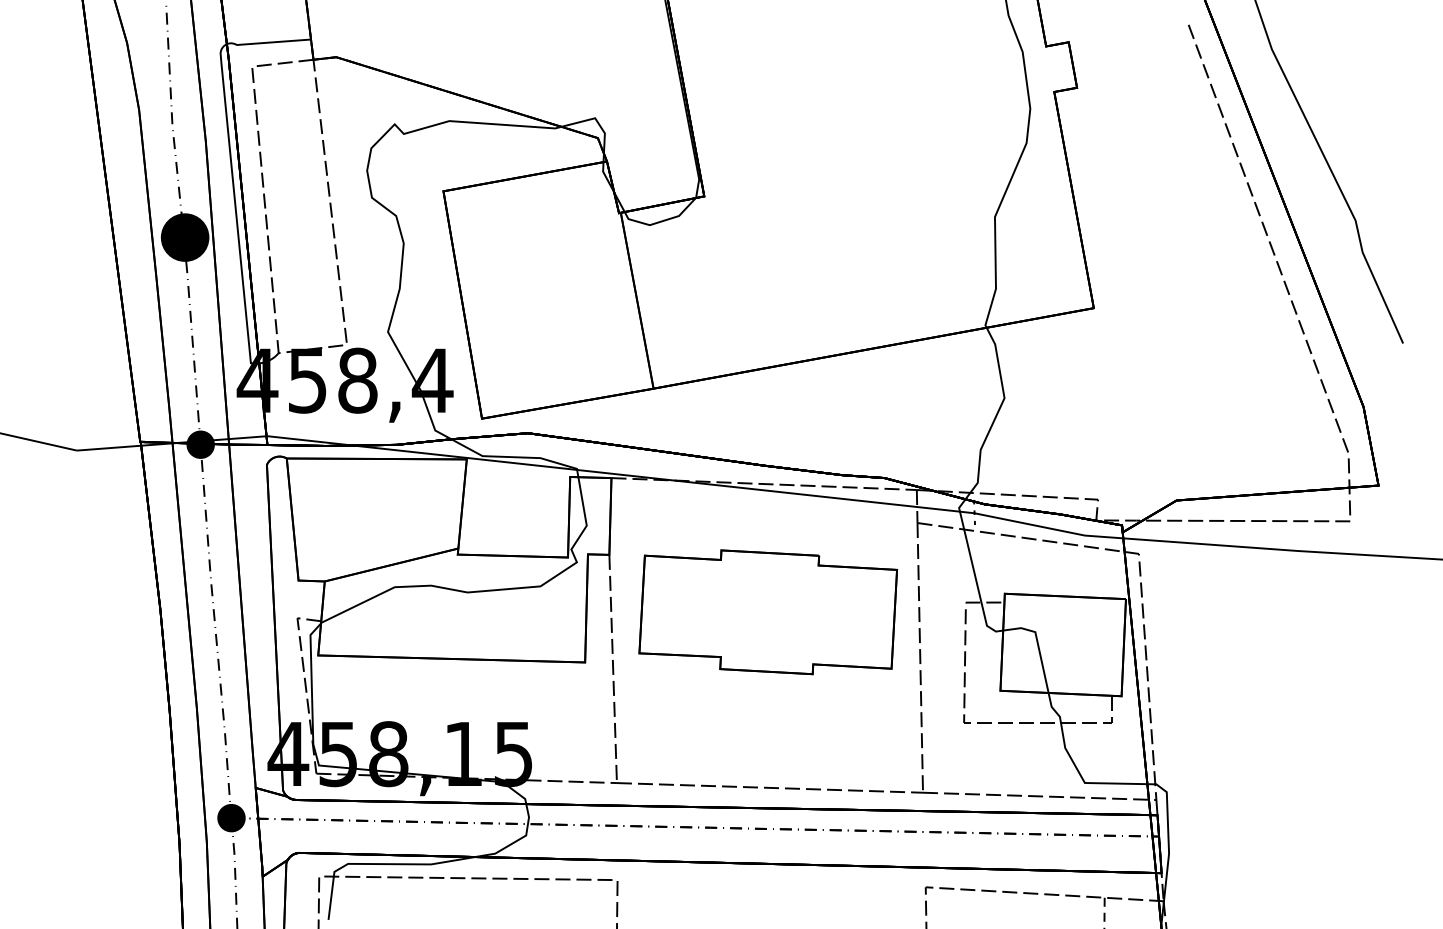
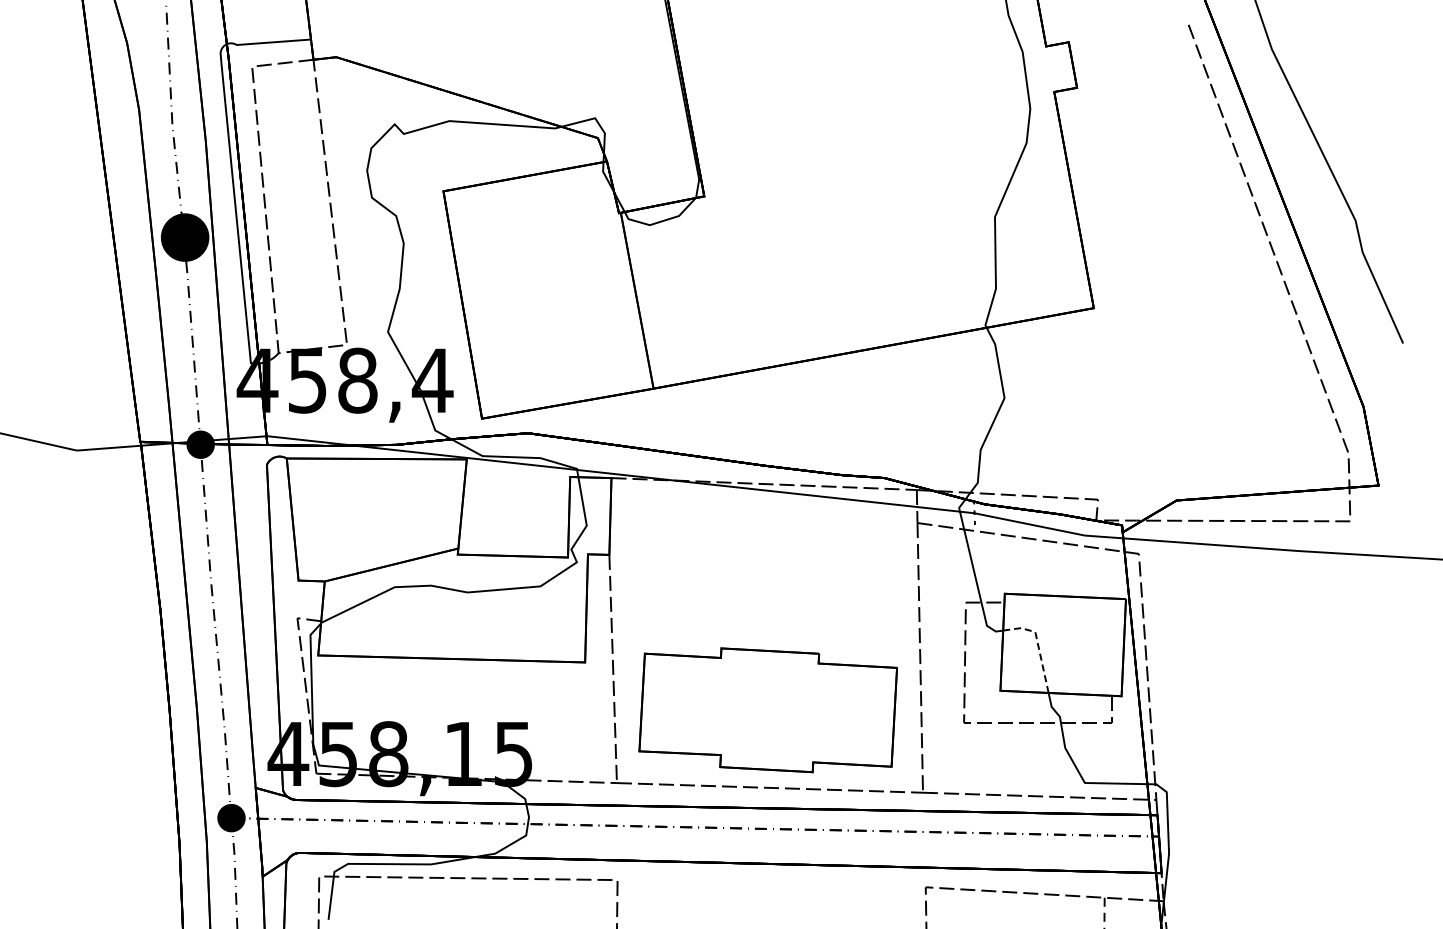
part at (767, 612) position: (767, 612) -> (767, 710)
line at (1038, 645): solid -> dashed
